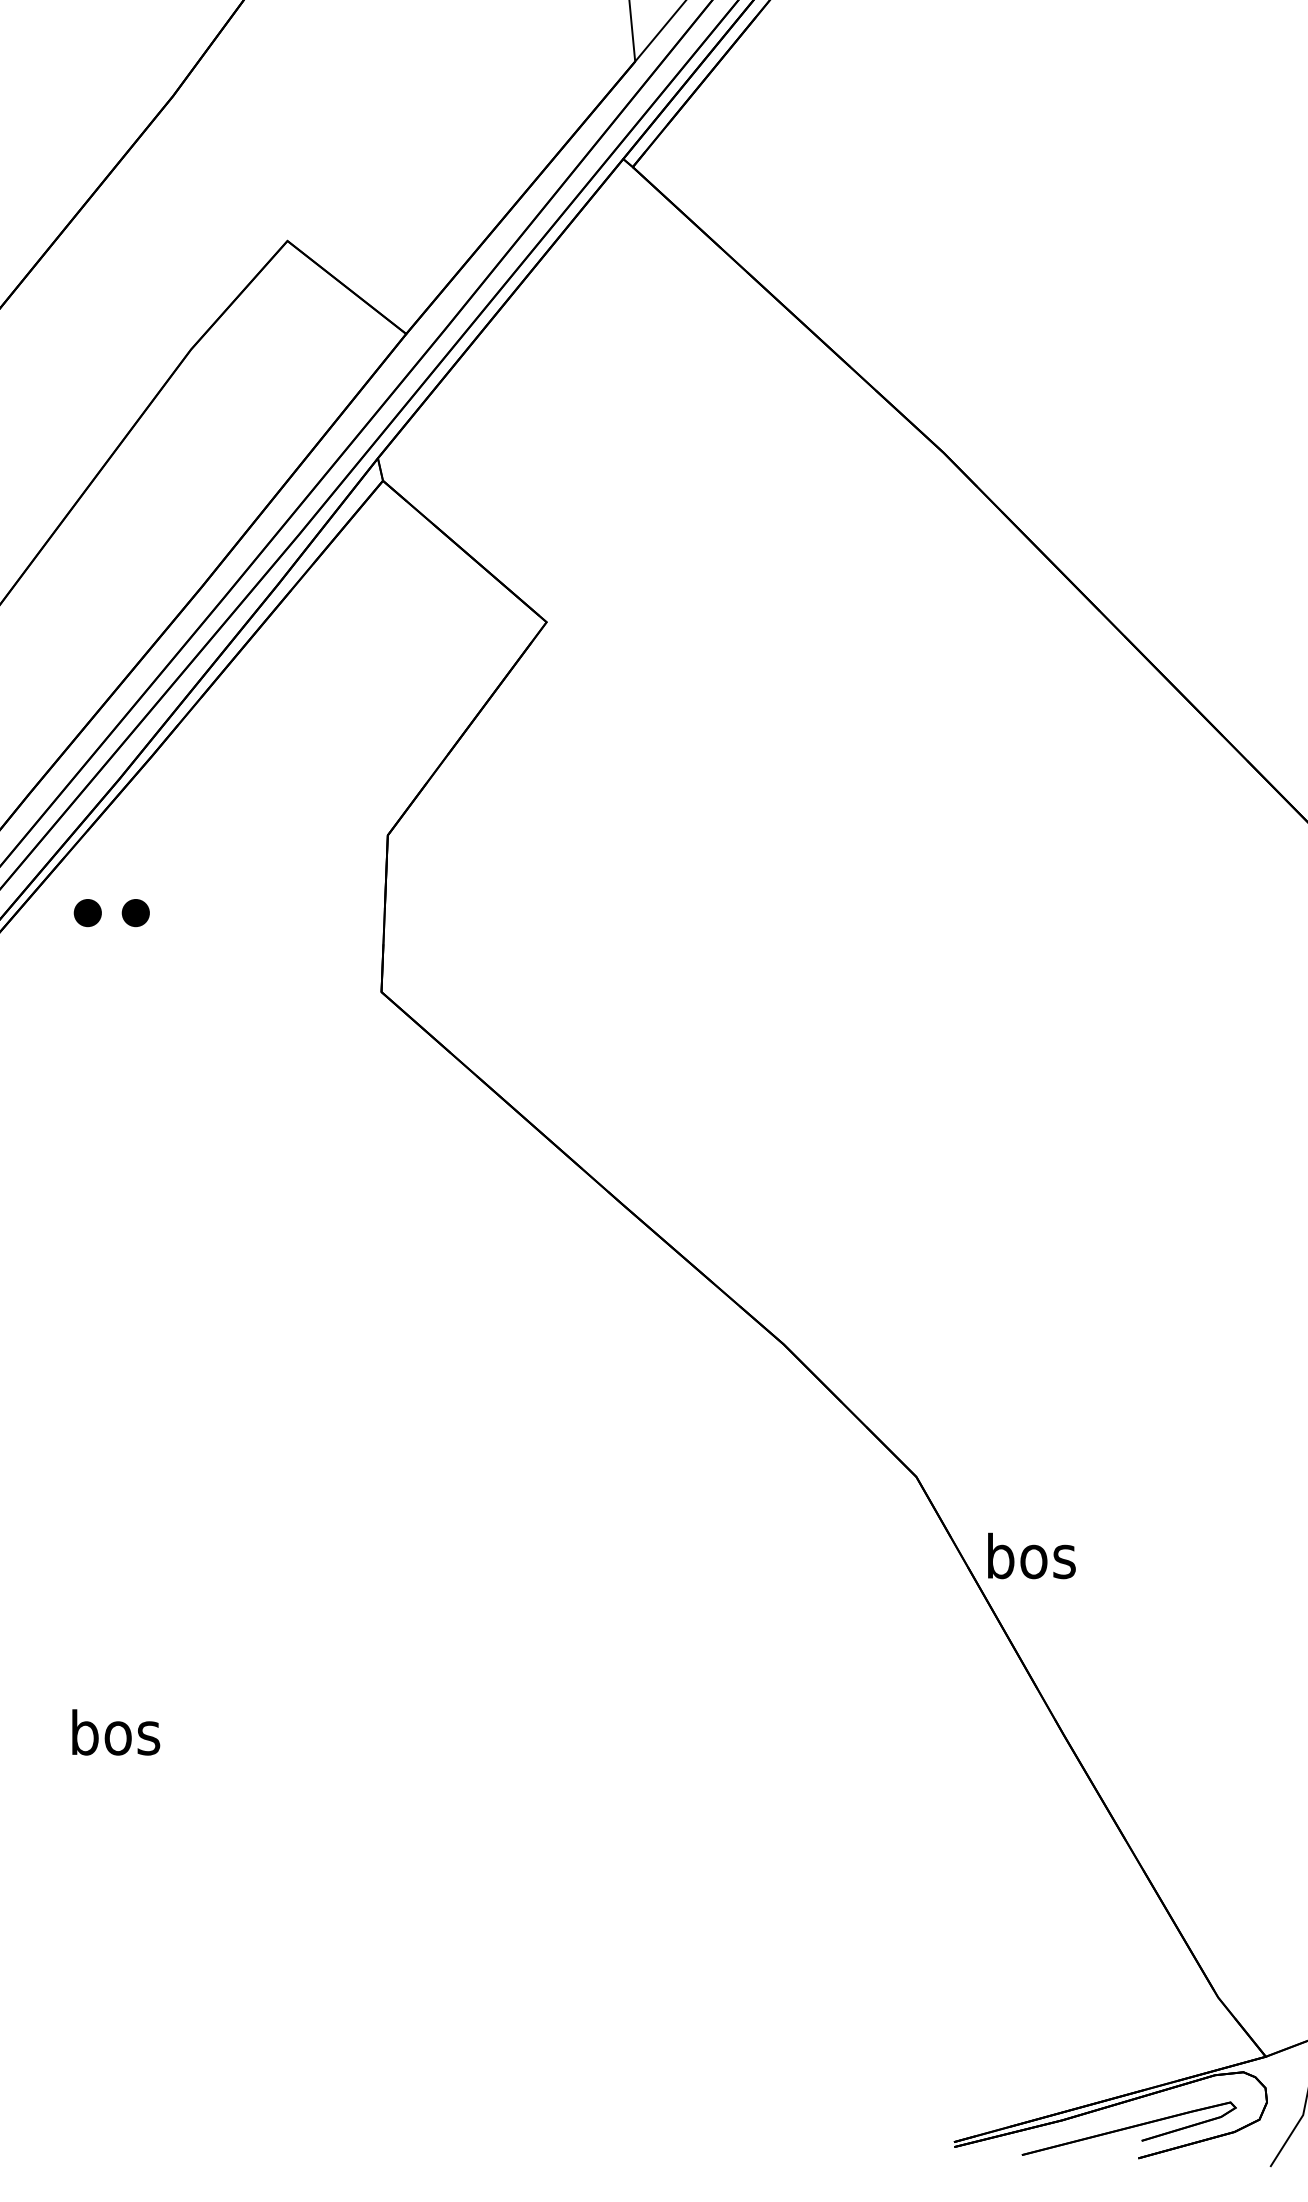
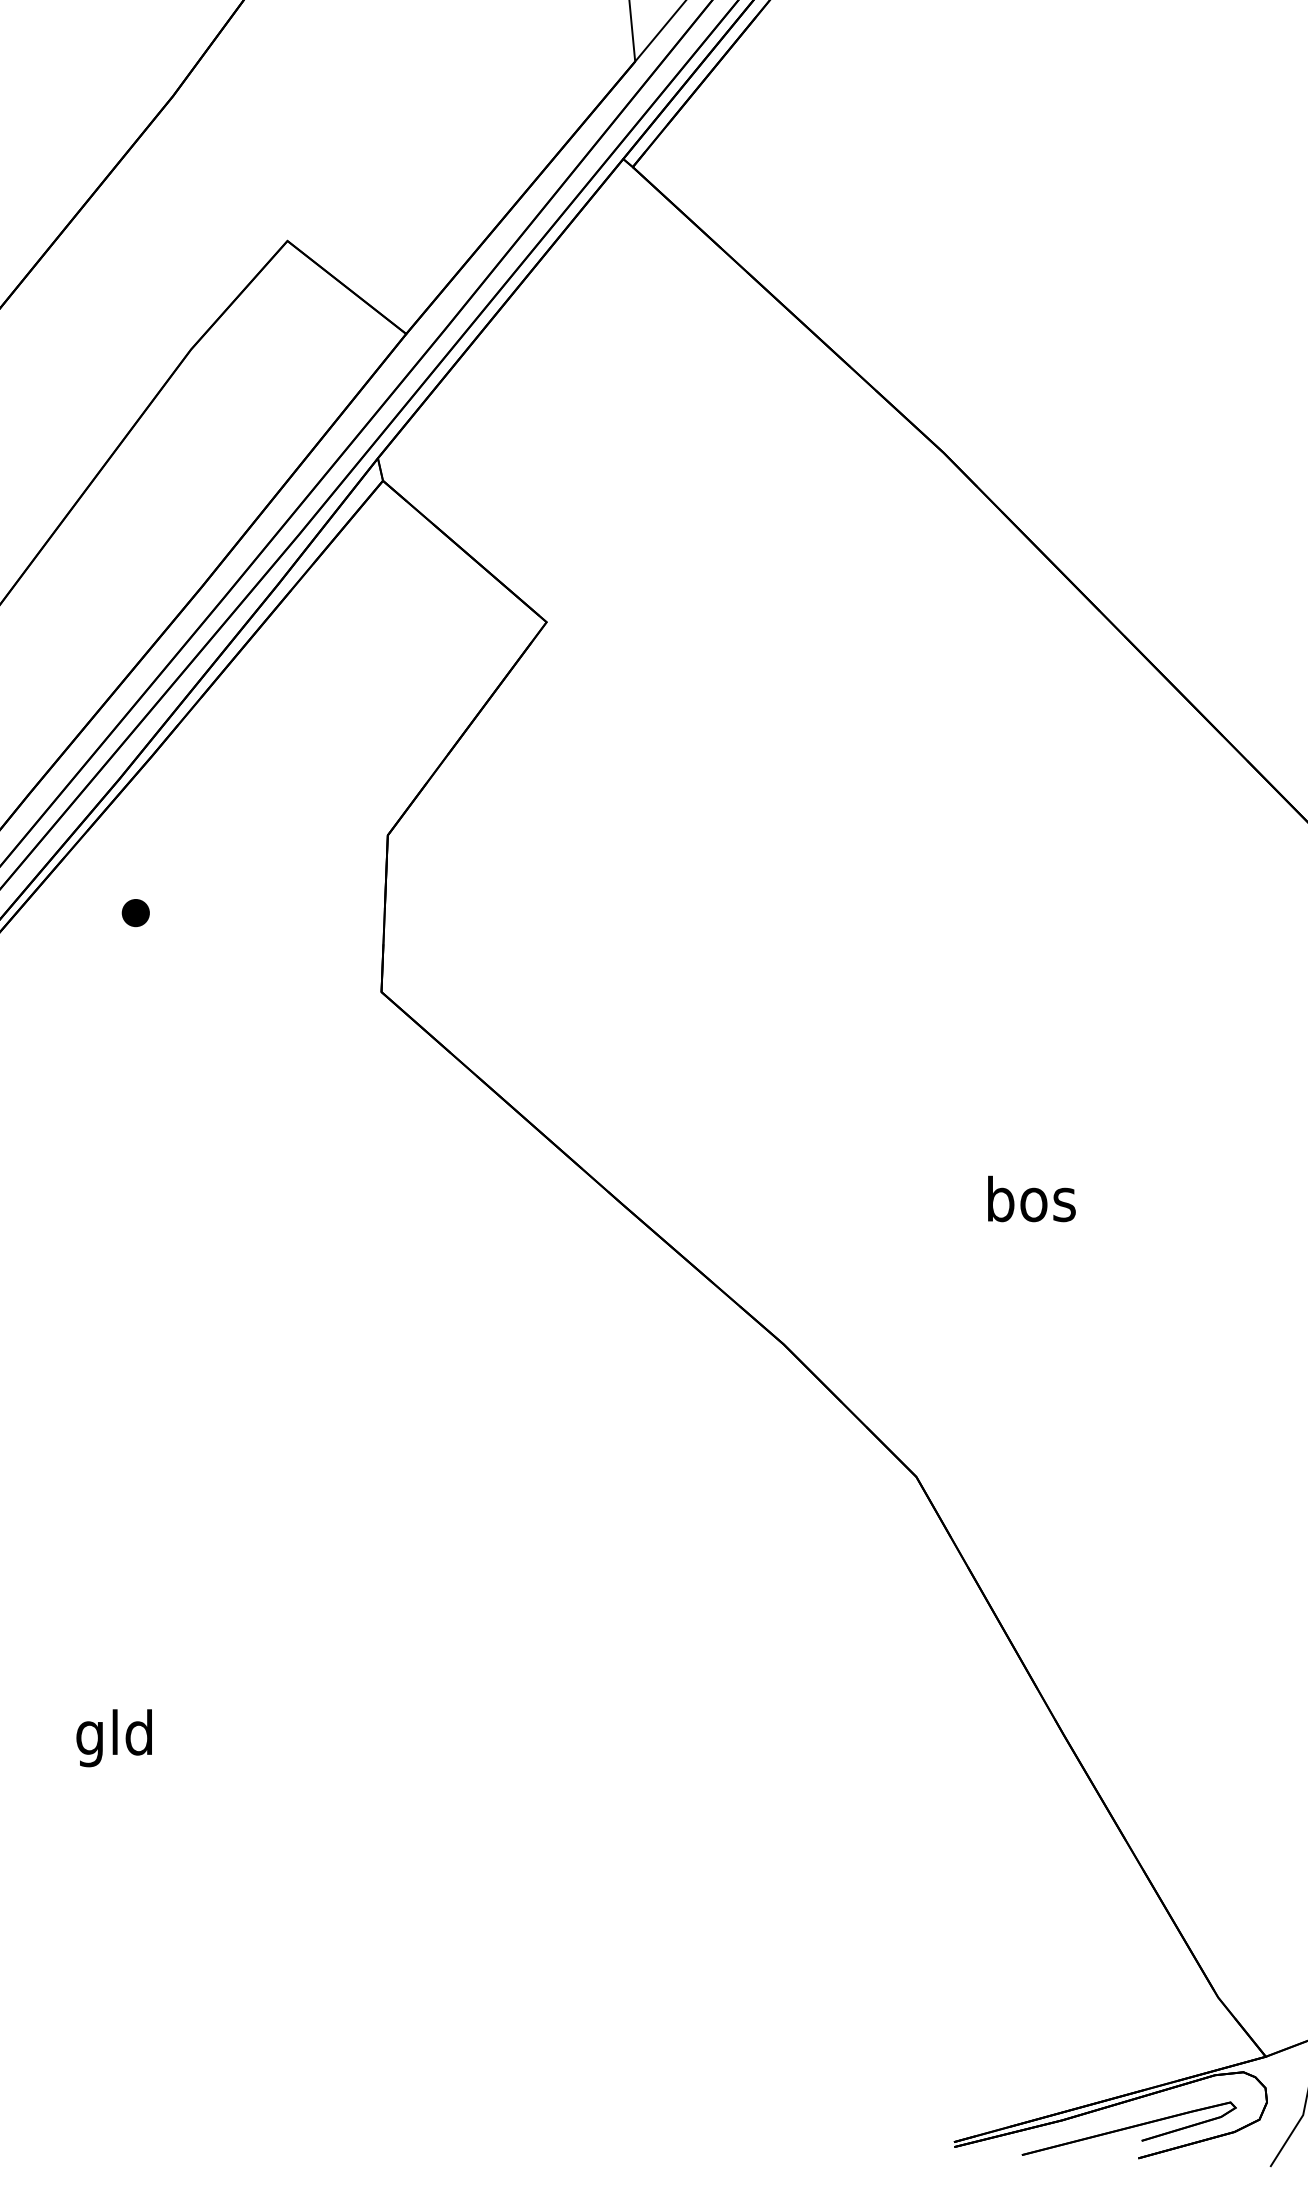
part at (87, 913): present -> none
text at (1031, 1555) position: (1031, 1555) -> (1031, 1198)
text at (116, 1738): bos -> gld
